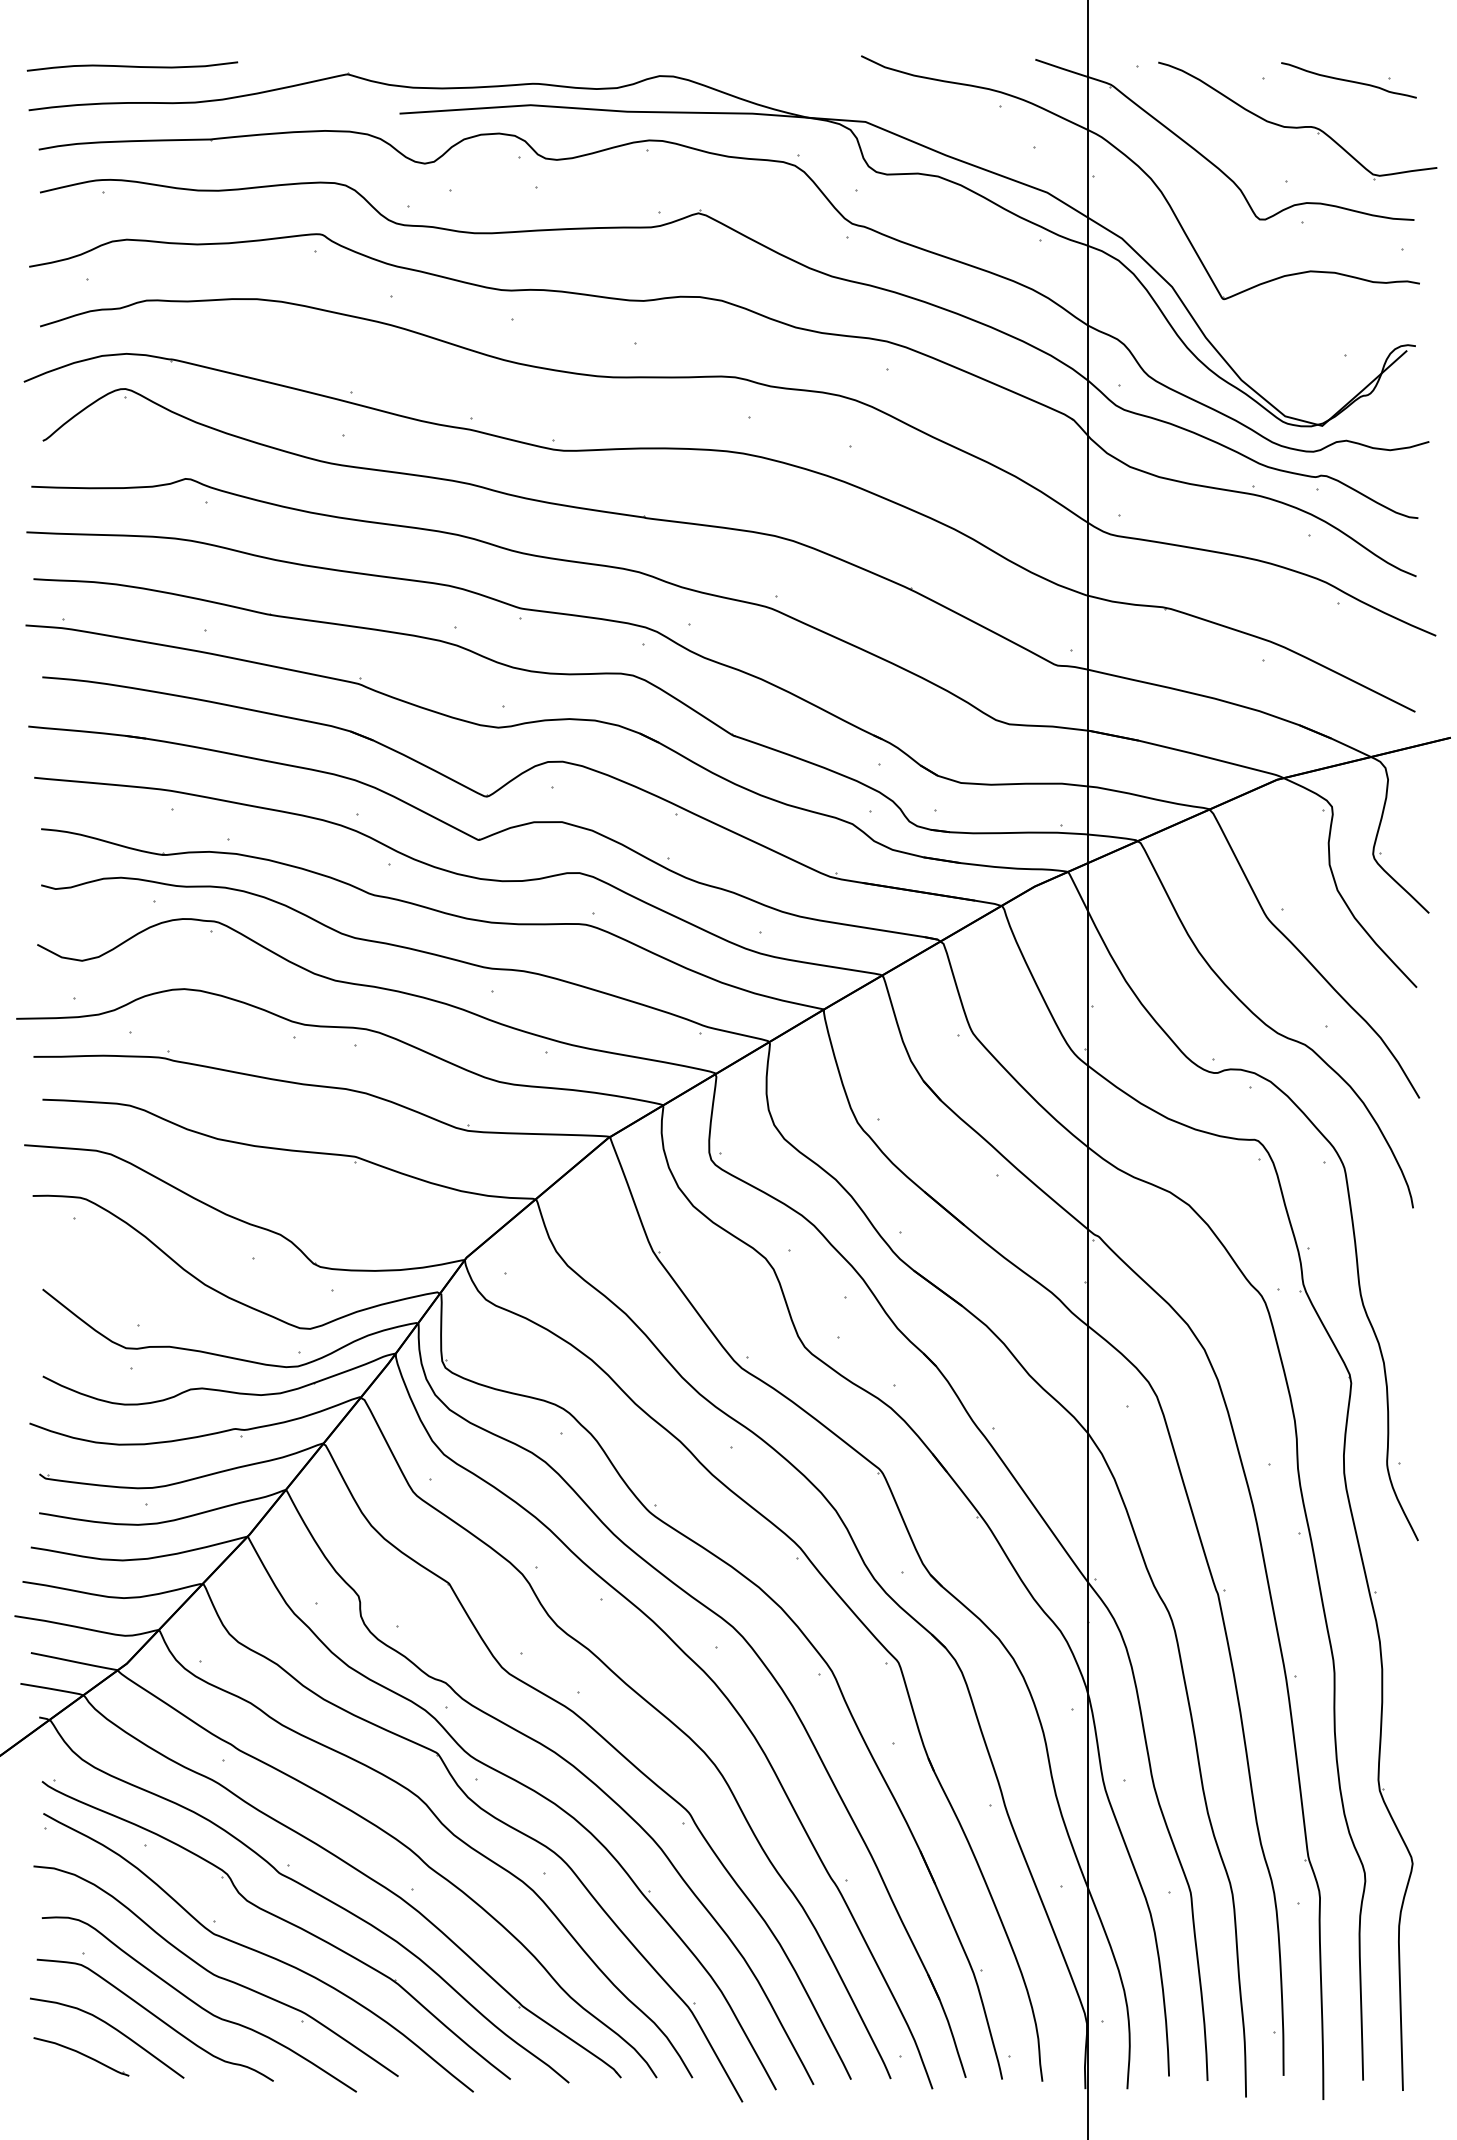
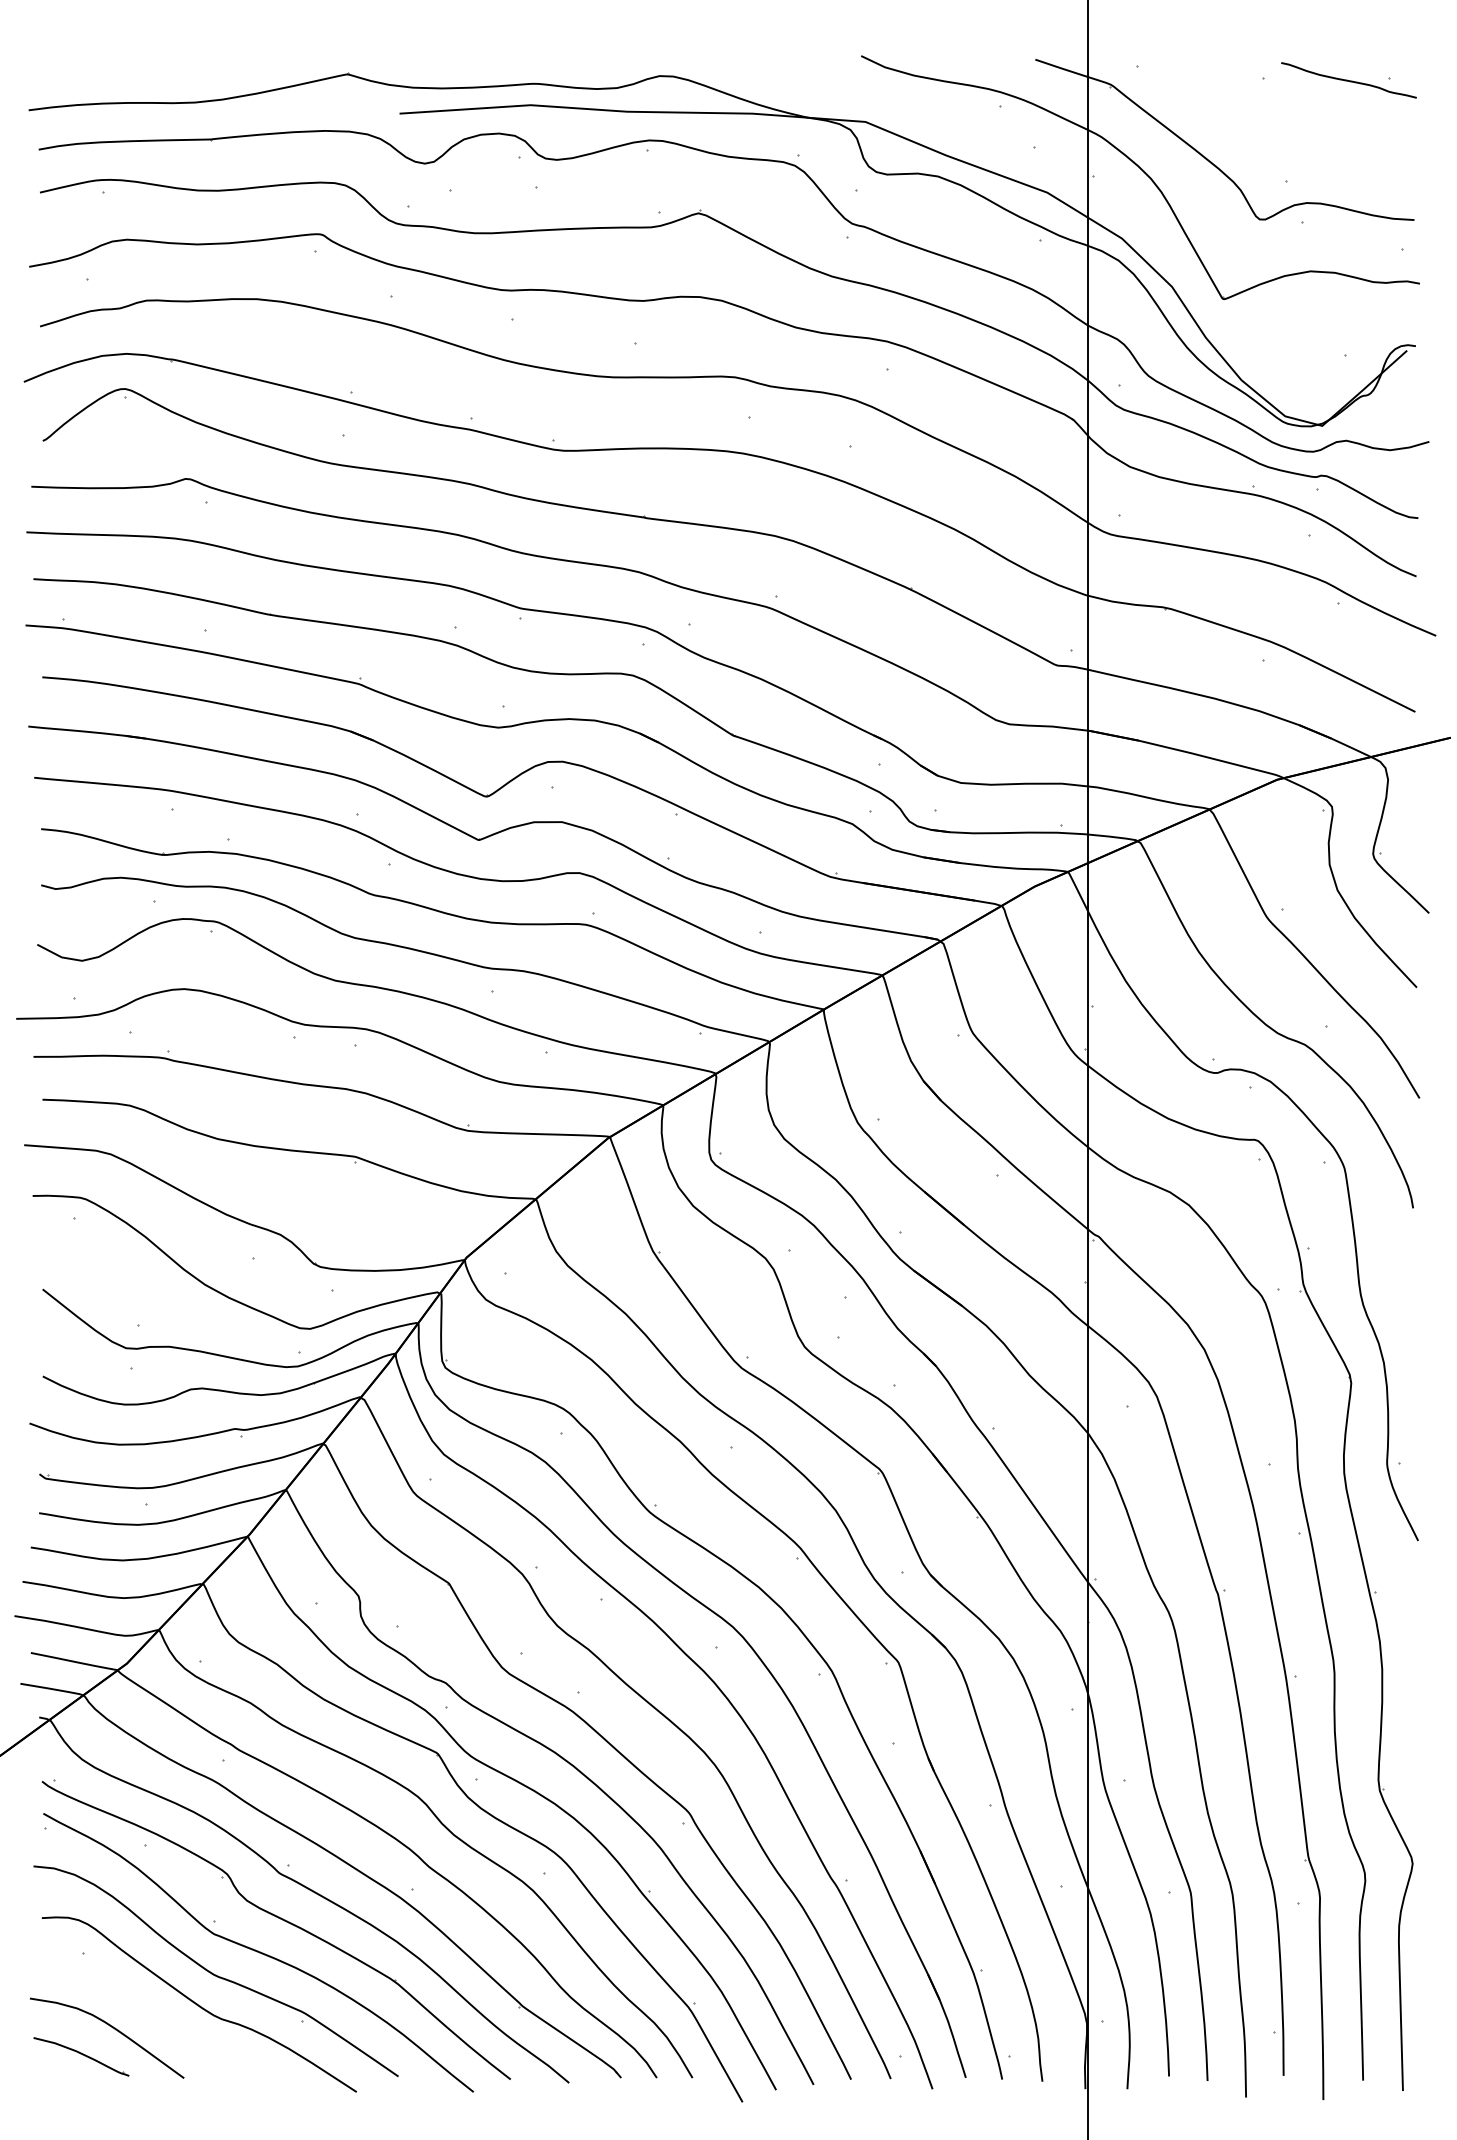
curve at (132, 66): present -> none
part at (1297, 120): present -> none
curve at (155, 2017): present -> none
